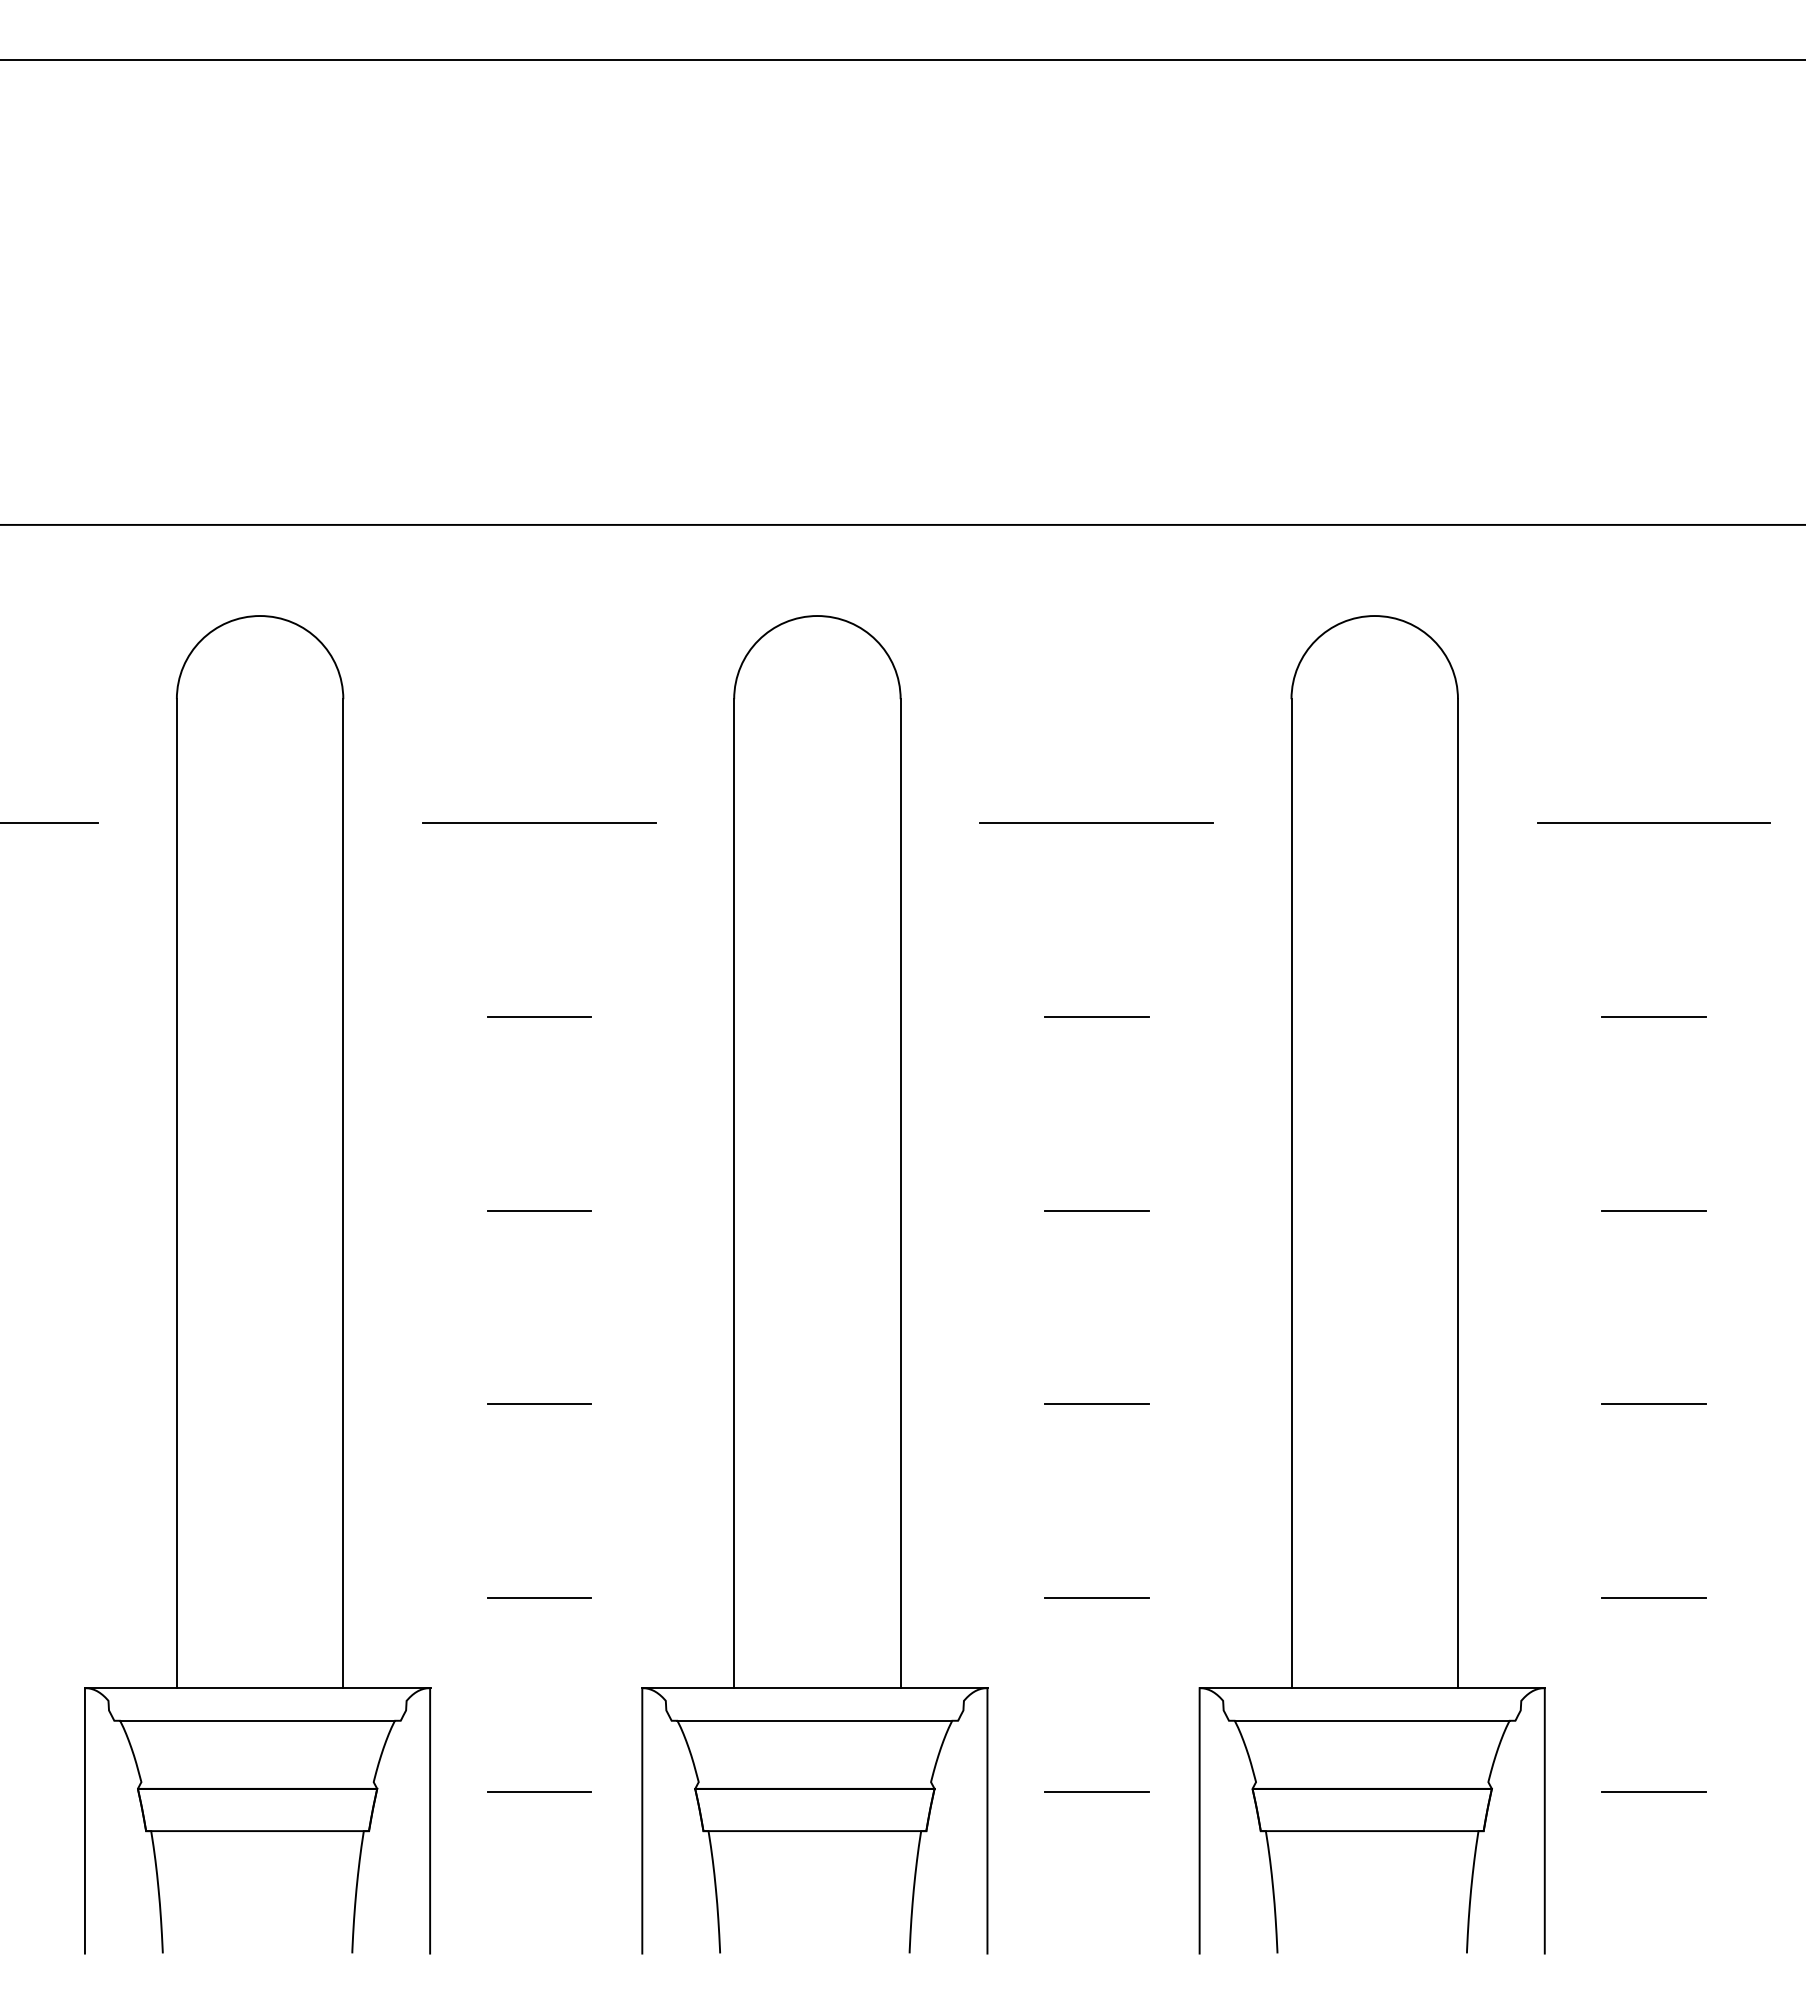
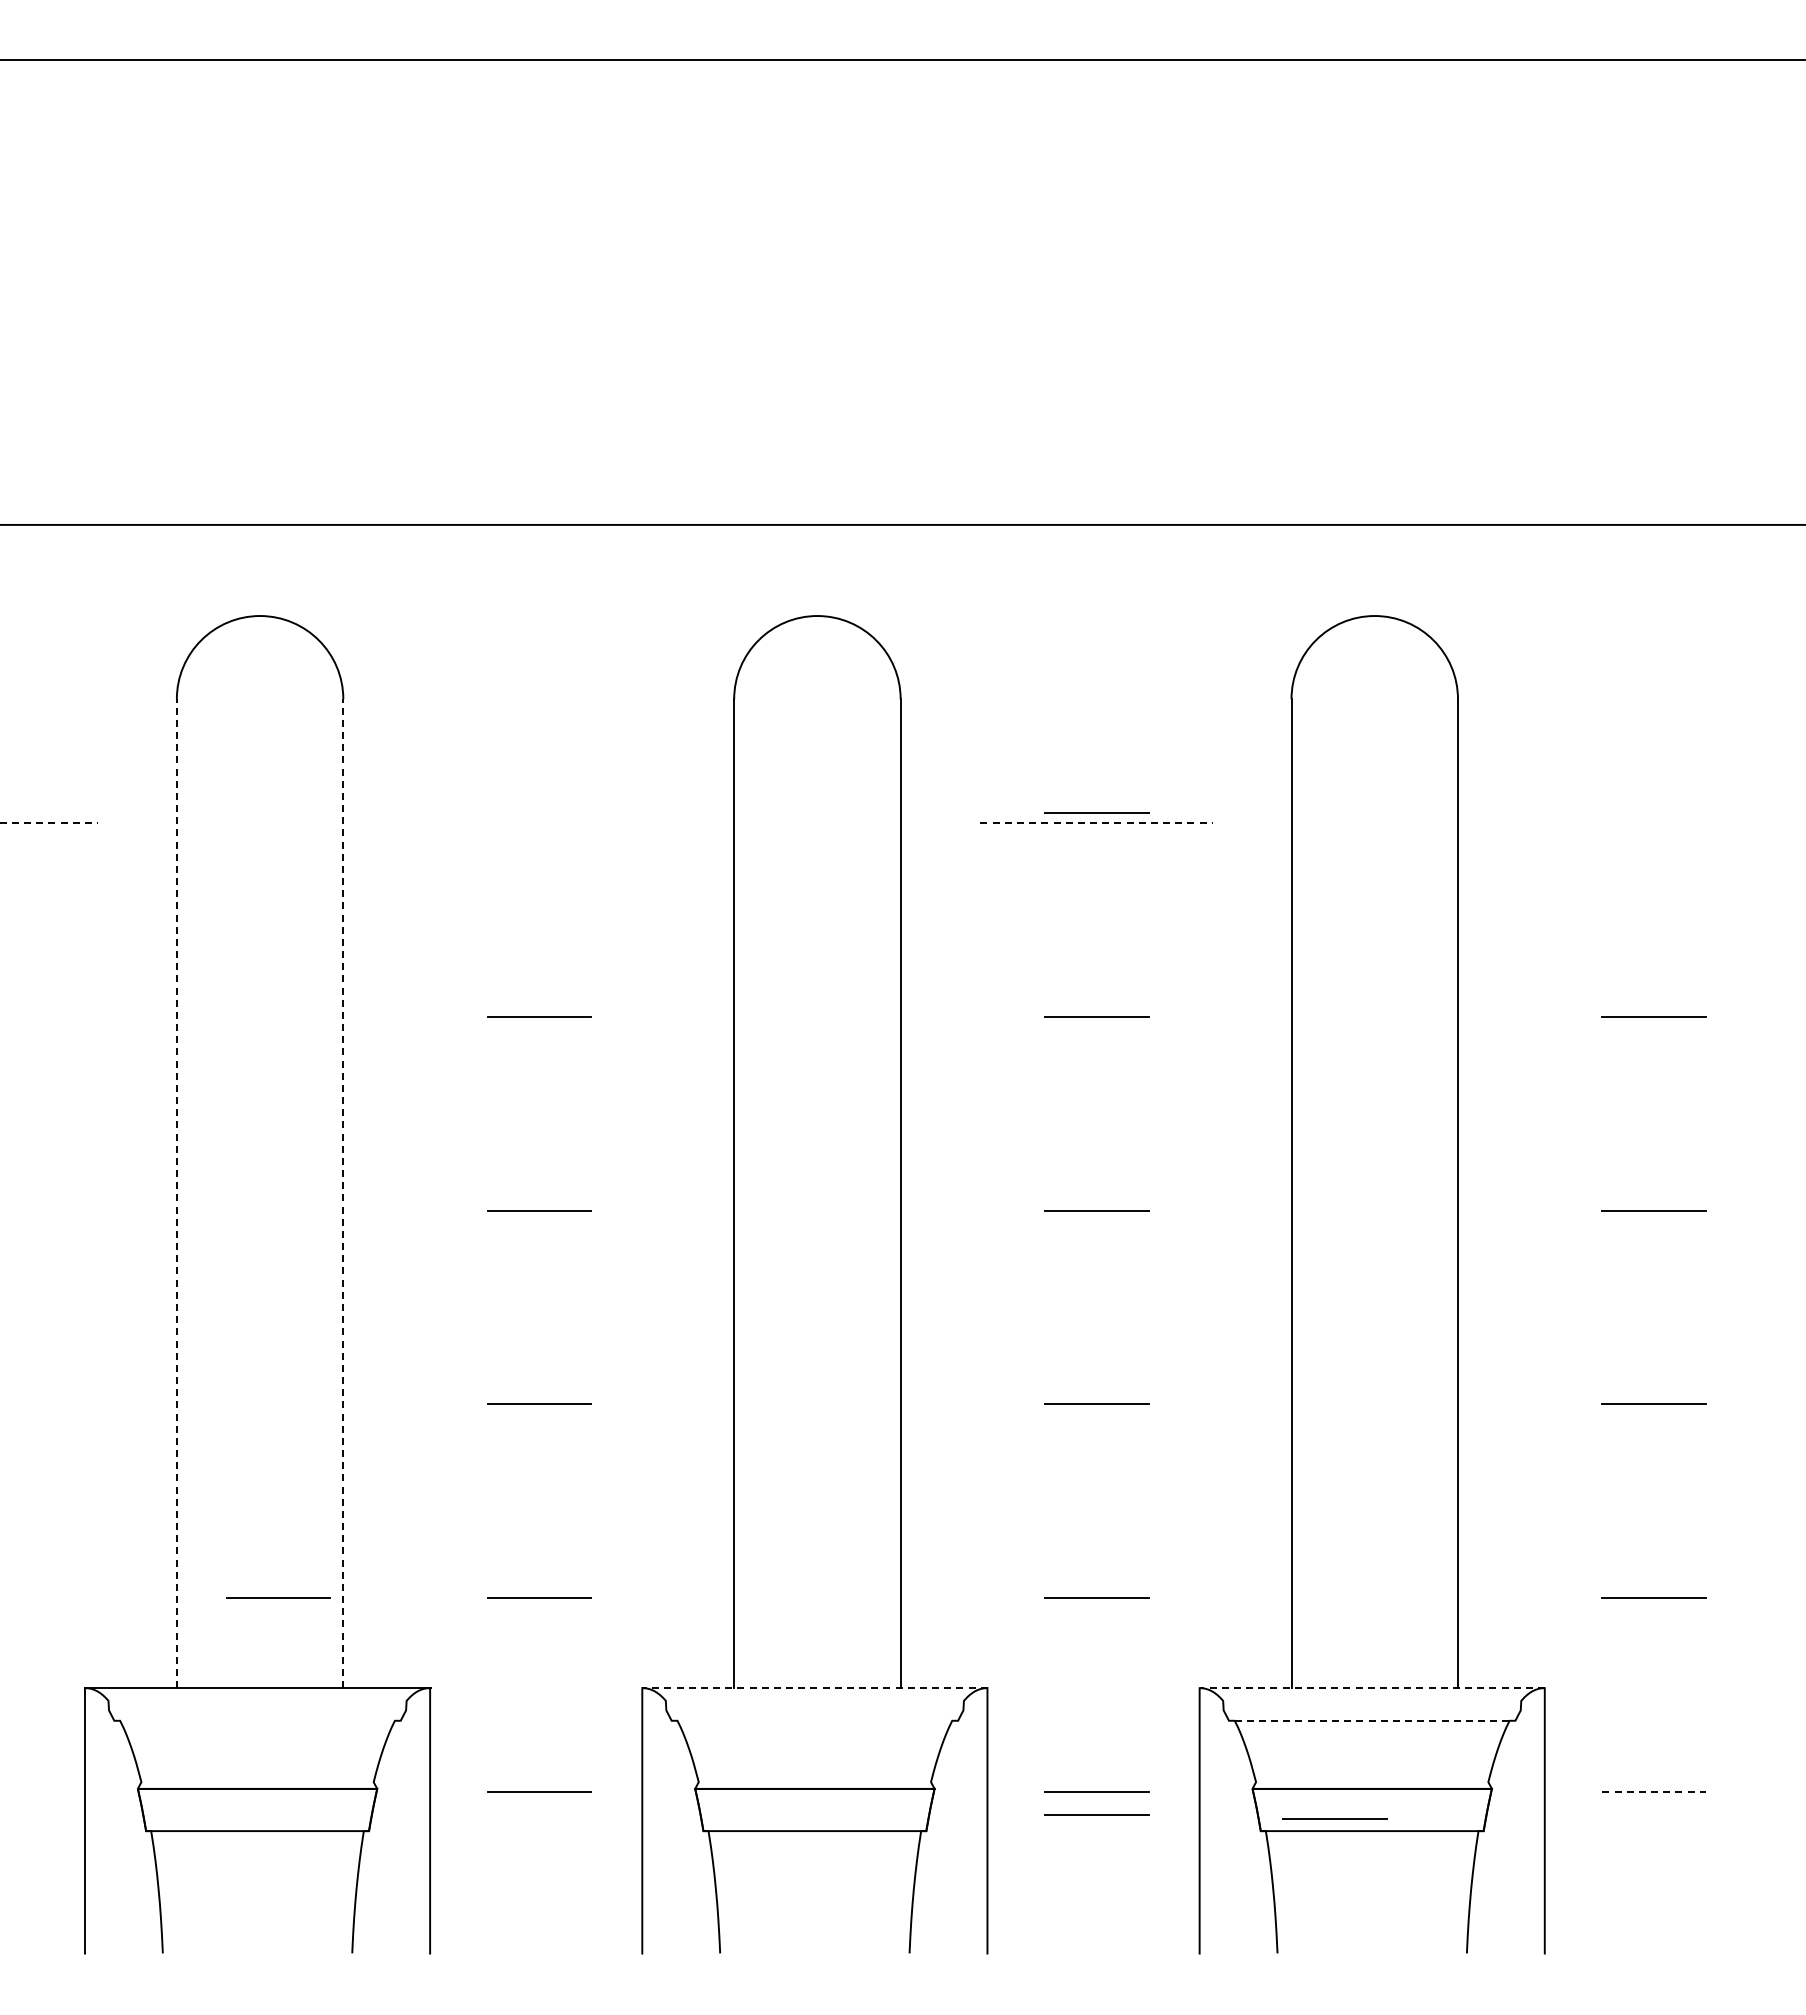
line at (1096, 812): none -> present
line at (49, 822): solid -> dashed
line at (539, 822): present -> none
line at (1097, 822): solid -> dashed
line at (1653, 822): present -> none
line at (176, 1193): solid -> dashed
line at (343, 1193): solid -> dashed
line at (278, 1597): none -> present
line at (815, 1688): solid -> dashed
line at (1372, 1688): solid -> dashed
line at (256, 1720): present -> none
line at (814, 1720): present -> none
line at (1372, 1720): solid -> dashed
line at (1654, 1792): solid -> dashed
line at (1096, 1814): none -> present
line at (1334, 1818): none -> present
